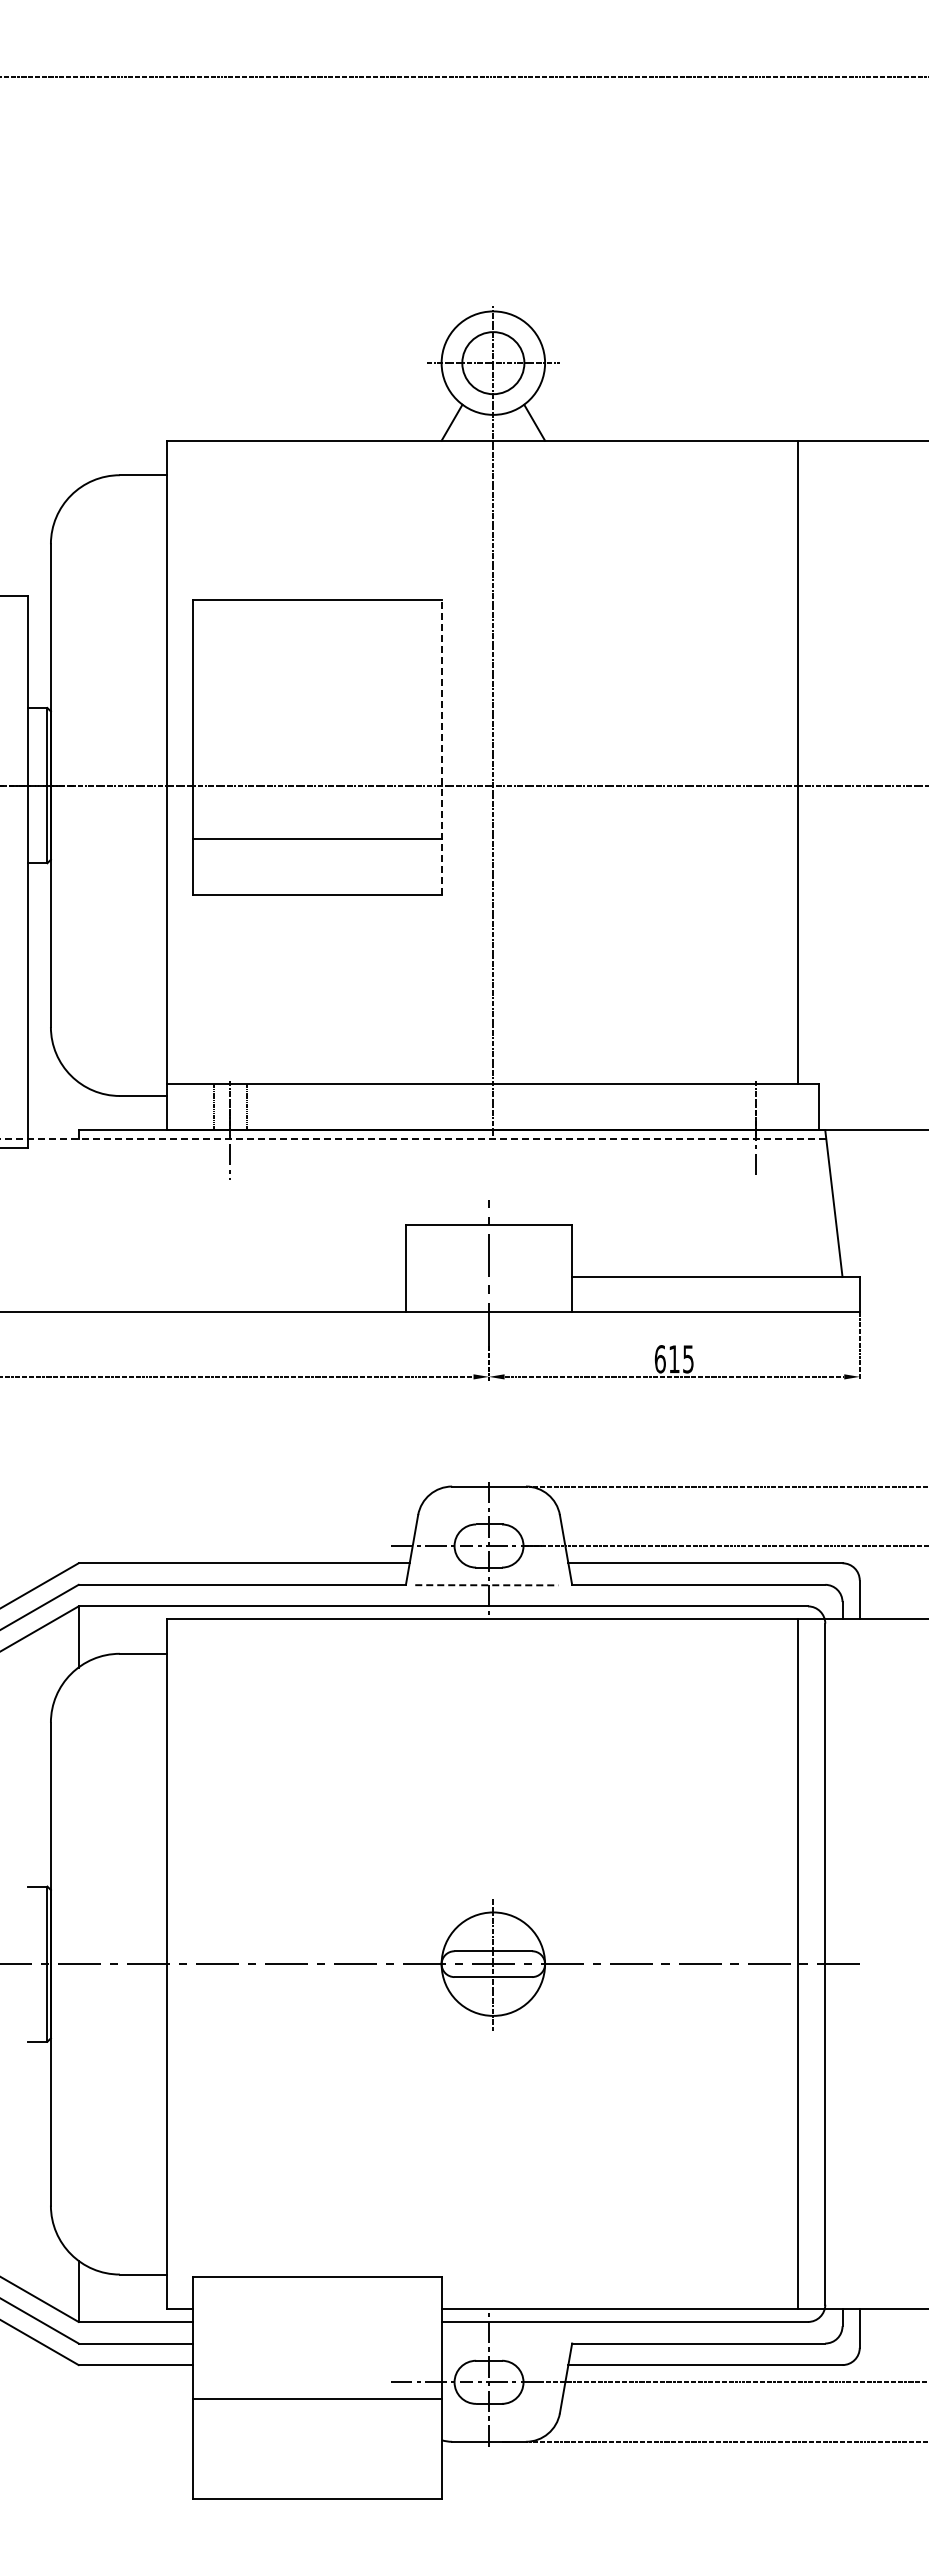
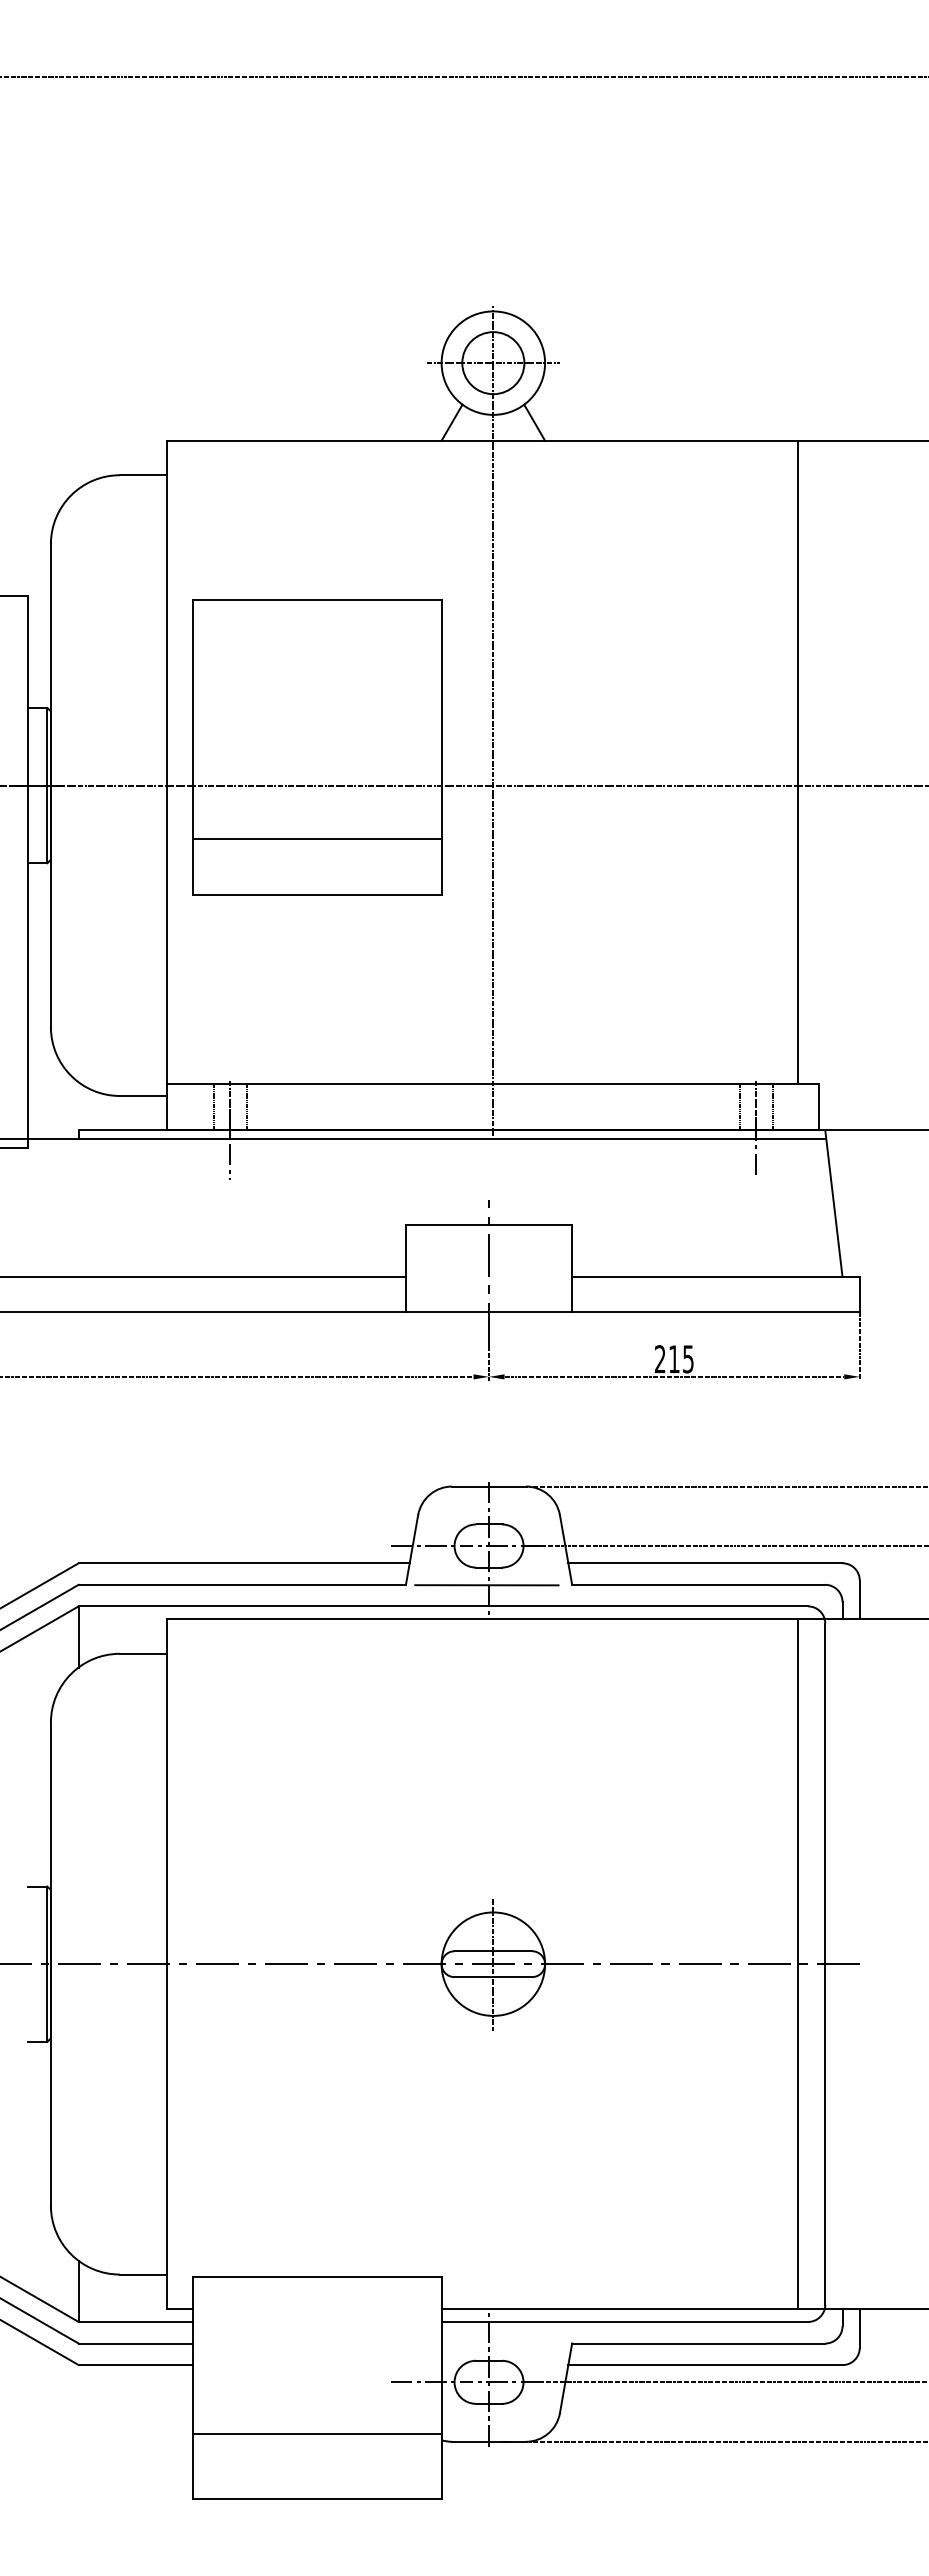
line at (441, 747): dashed -> solid
line at (739, 1106): none -> present
line at (772, 1106): none -> present
line at (413, 1139): dashed -> solid
line at (203, 1277): none -> present
text at (659, 1359): 615 -> 215
line at (486, 1585): dashed -> solid
line at (317, 2399) position: (317, 2399) -> (317, 2434)
